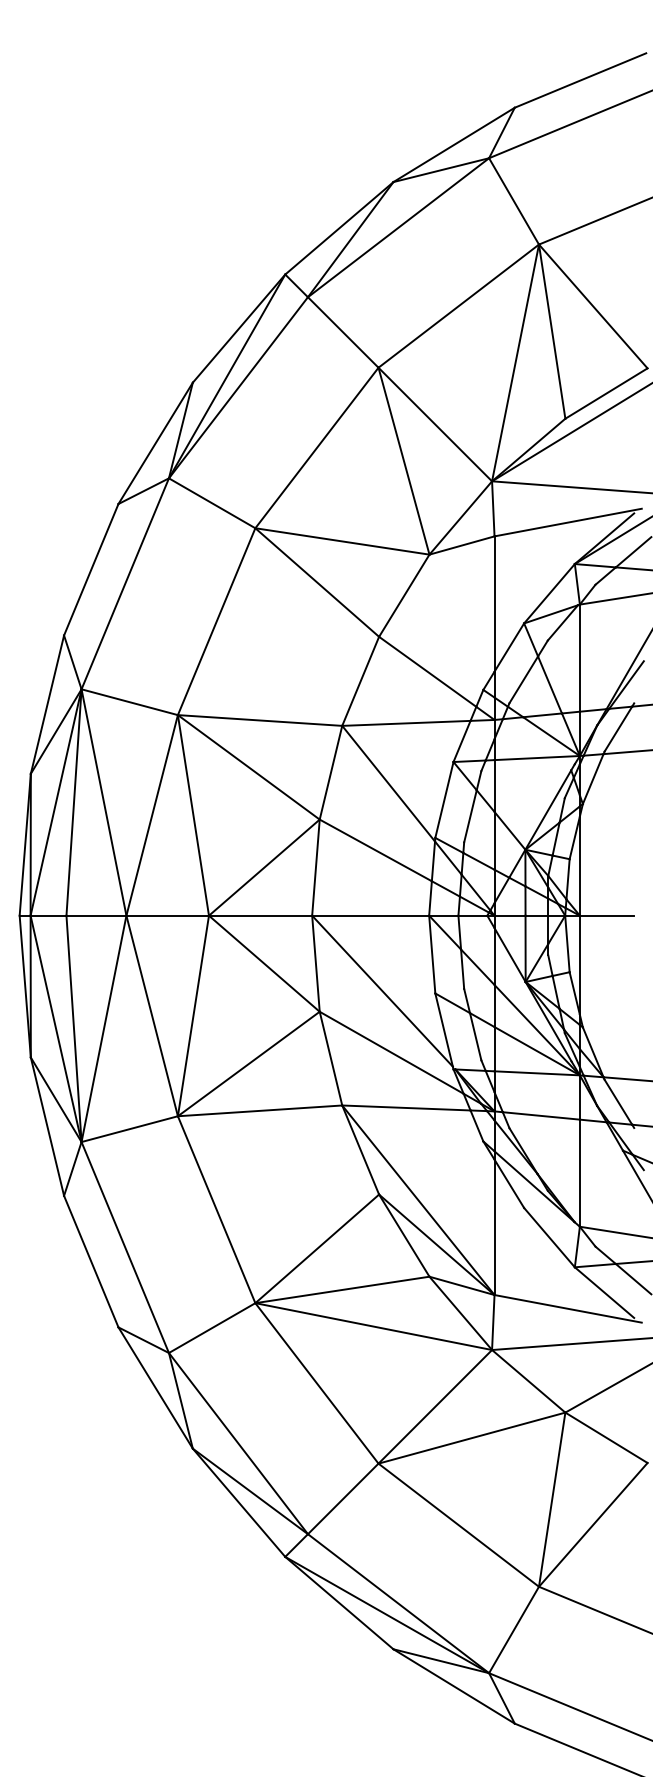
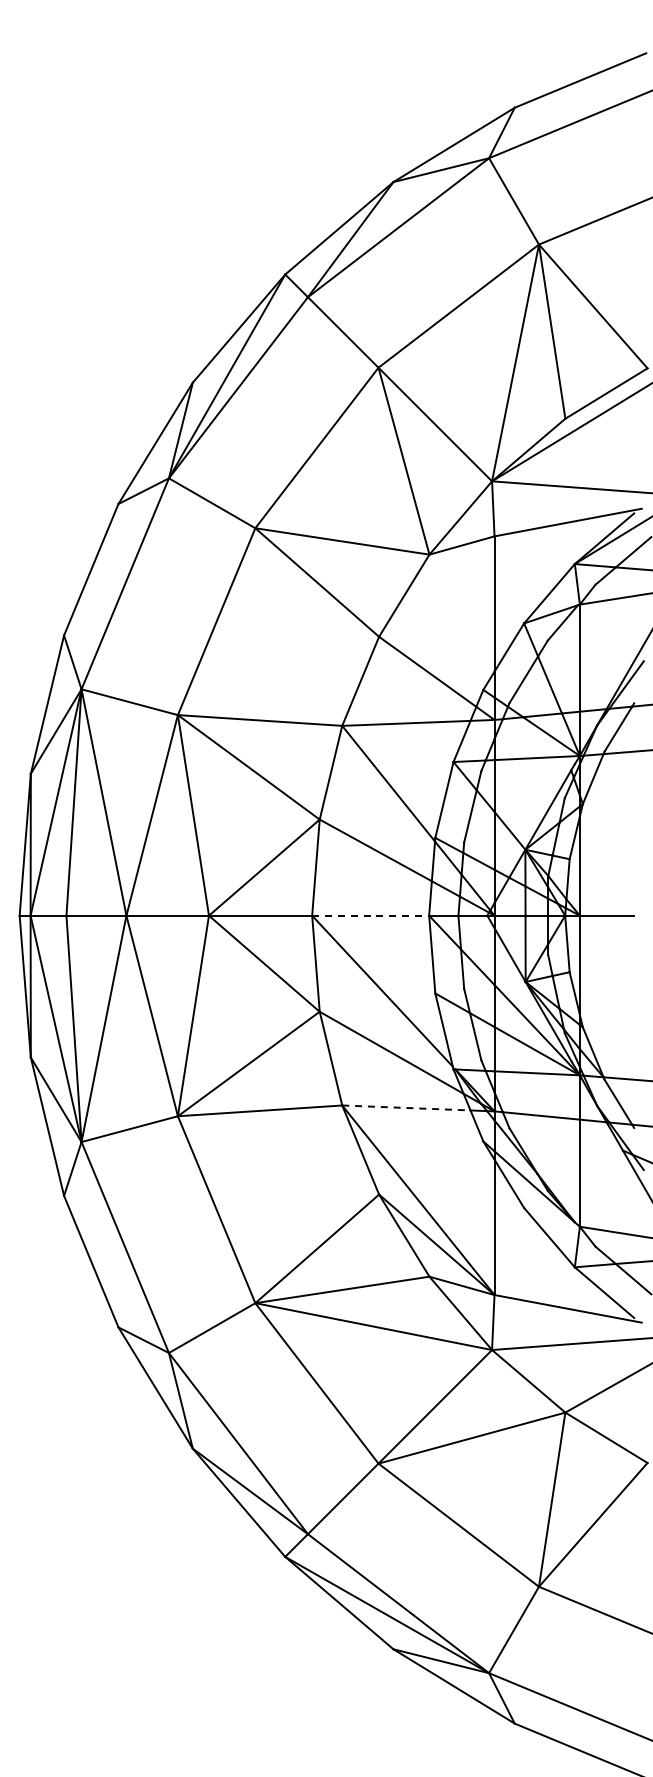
line at (370, 915): solid -> dashed
line at (406, 1107): solid -> dashed
